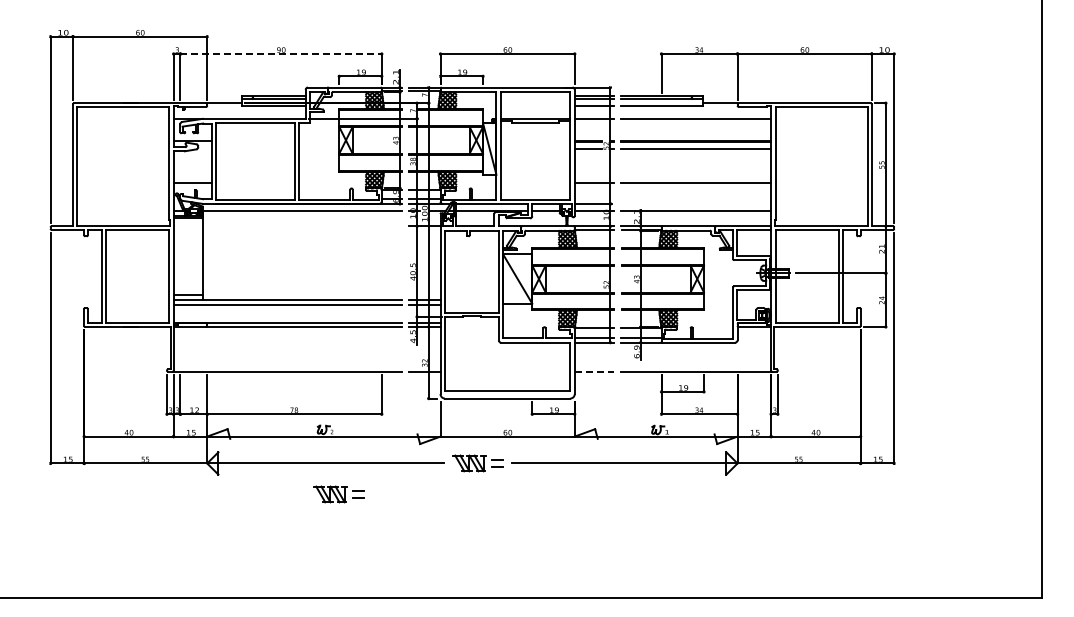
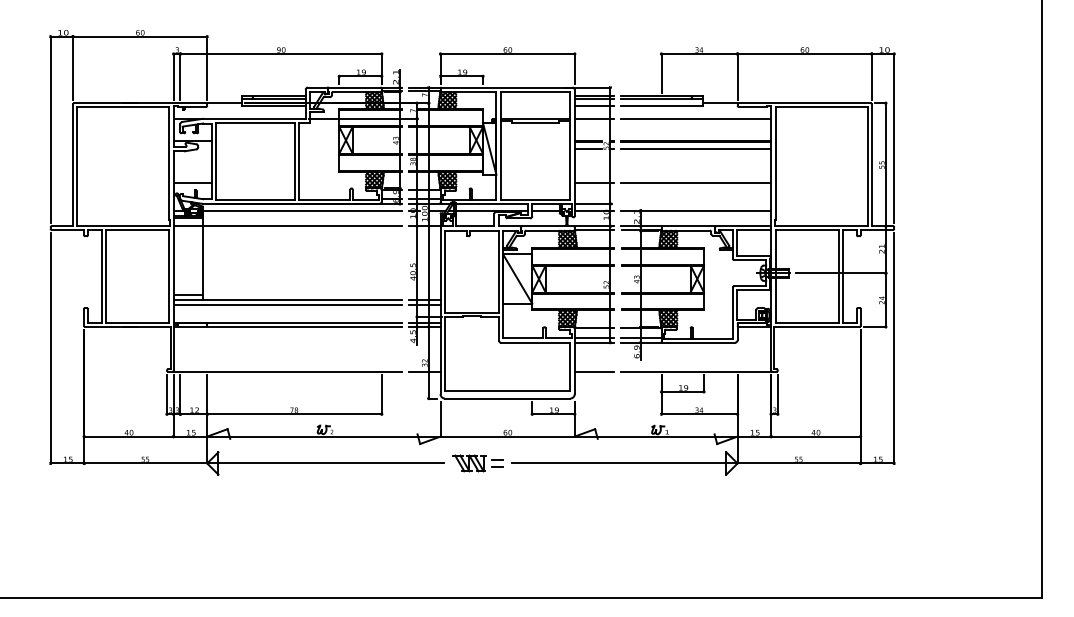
line at (281, 53): dashed -> solid
line at (287, 226): none -> present
line at (594, 371): dashed -> solid
part at (338, 494): present -> none
